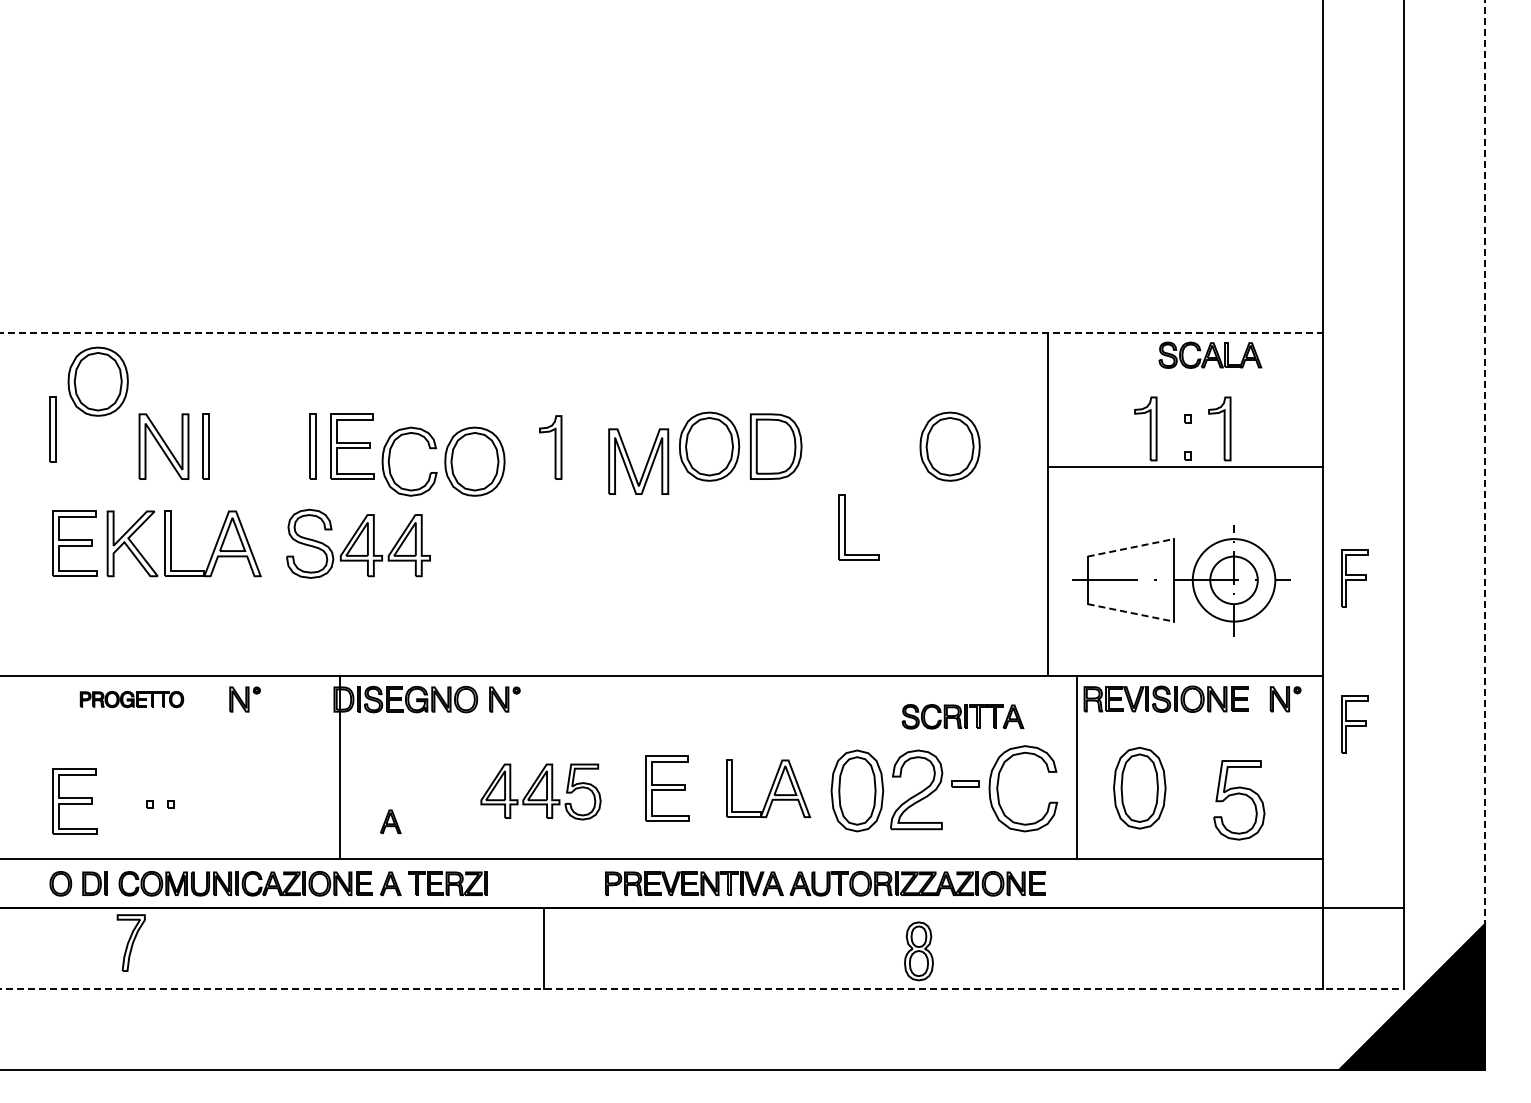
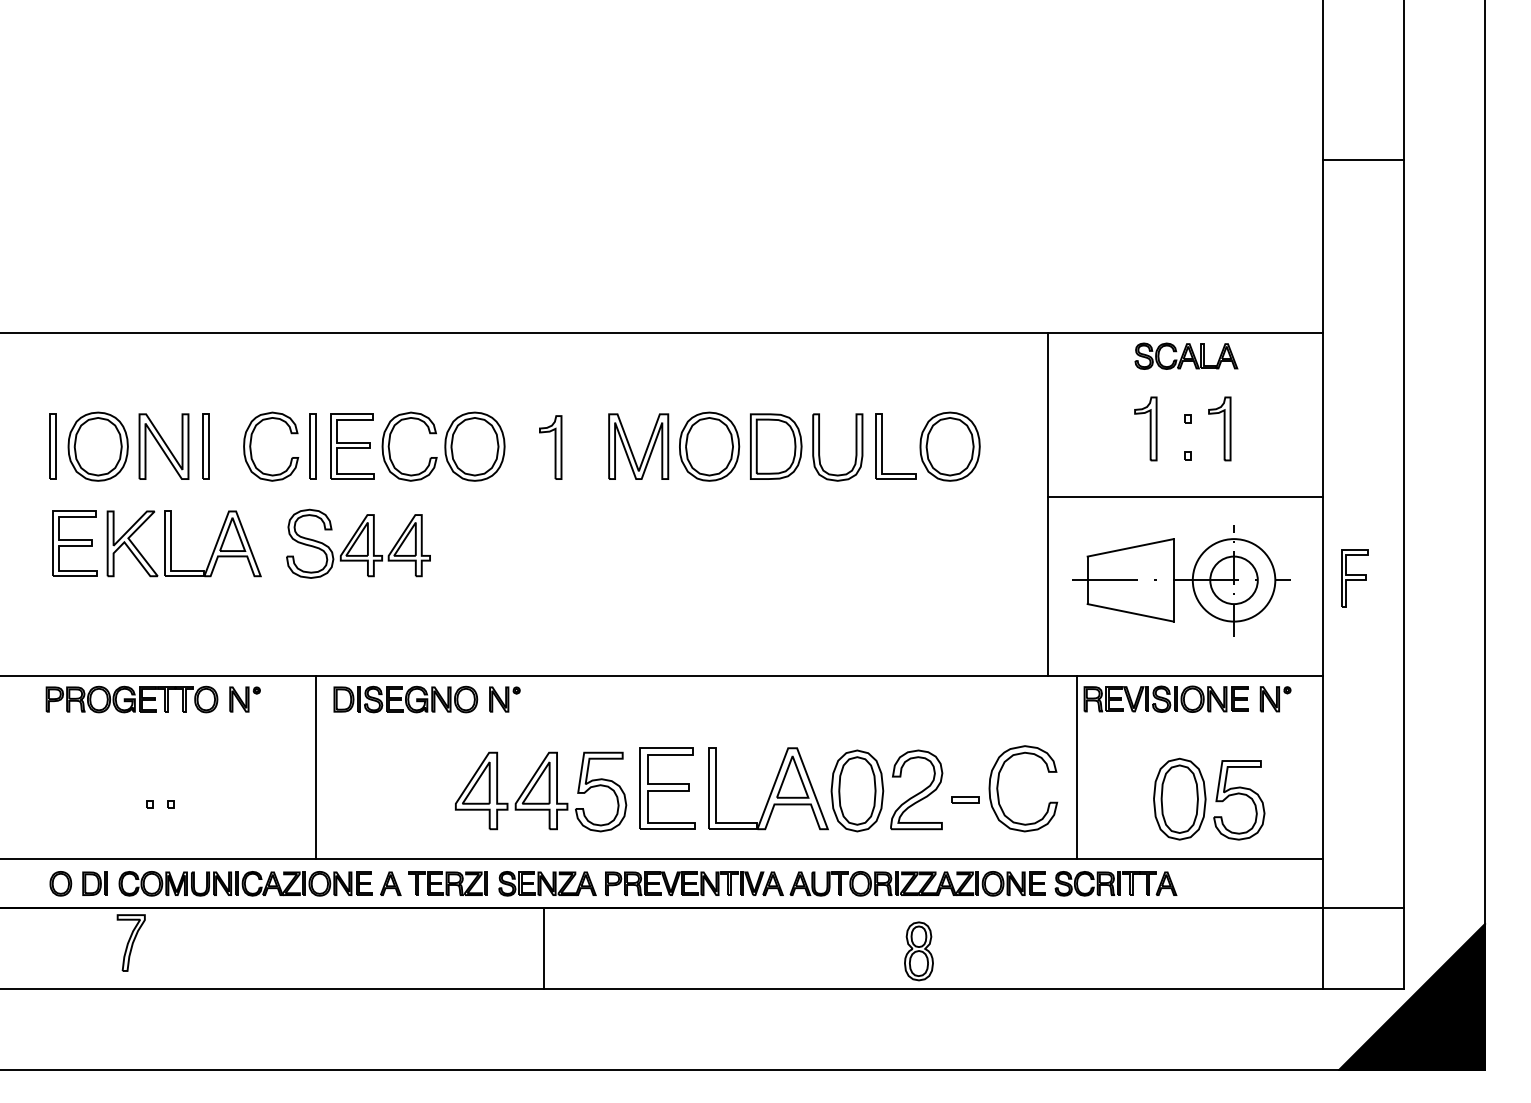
line at (1363, 160): none -> present
line at (662, 332): dashed -> solid
part at (1210, 354) position: (1210, 354) -> (1186, 355)
part at (97, 381) position: (97, 381) -> (97, 446)
part at (52, 429) position: (52, 429) -> (52, 446)
part at (251, 446): none -> present
part at (819, 447): none -> present
part at (443, 461) position: (443, 461) -> (443, 446)
part at (631, 463) position: (631, 463) -> (631, 448)
line at (1185, 466) position: (1185, 466) -> (1185, 496)
part at (845, 527) position: (845, 527) -> (882, 446)
line at (1485, 534): dashed -> solid
line at (1130, 547): dashed -> solid
line at (1130, 612): dashed -> solid
part at (131, 699) size: 106x18 px -> 174x29 px
part at (1285, 699) position: (1285, 699) -> (1275, 699)
part at (962, 716) position: (962, 716) -> (1115, 883)
part at (1354, 724): present -> none
line at (339, 767) position: (339, 767) -> (315, 767)
part at (965, 783) position: (965, 783) -> (965, 799)
part at (1139, 787) position: (1139, 787) -> (1179, 798)
part at (667, 788) size: 45x67 px -> 57x83 px
part at (768, 788) size: 86x59 px -> 121x84 px
part at (540, 791) size: 122x58 px -> 174x82 px
part at (74, 801): present -> none
part at (390, 821): present -> none
part at (547, 883): none -> present
line at (702, 988): dashed -> solid
